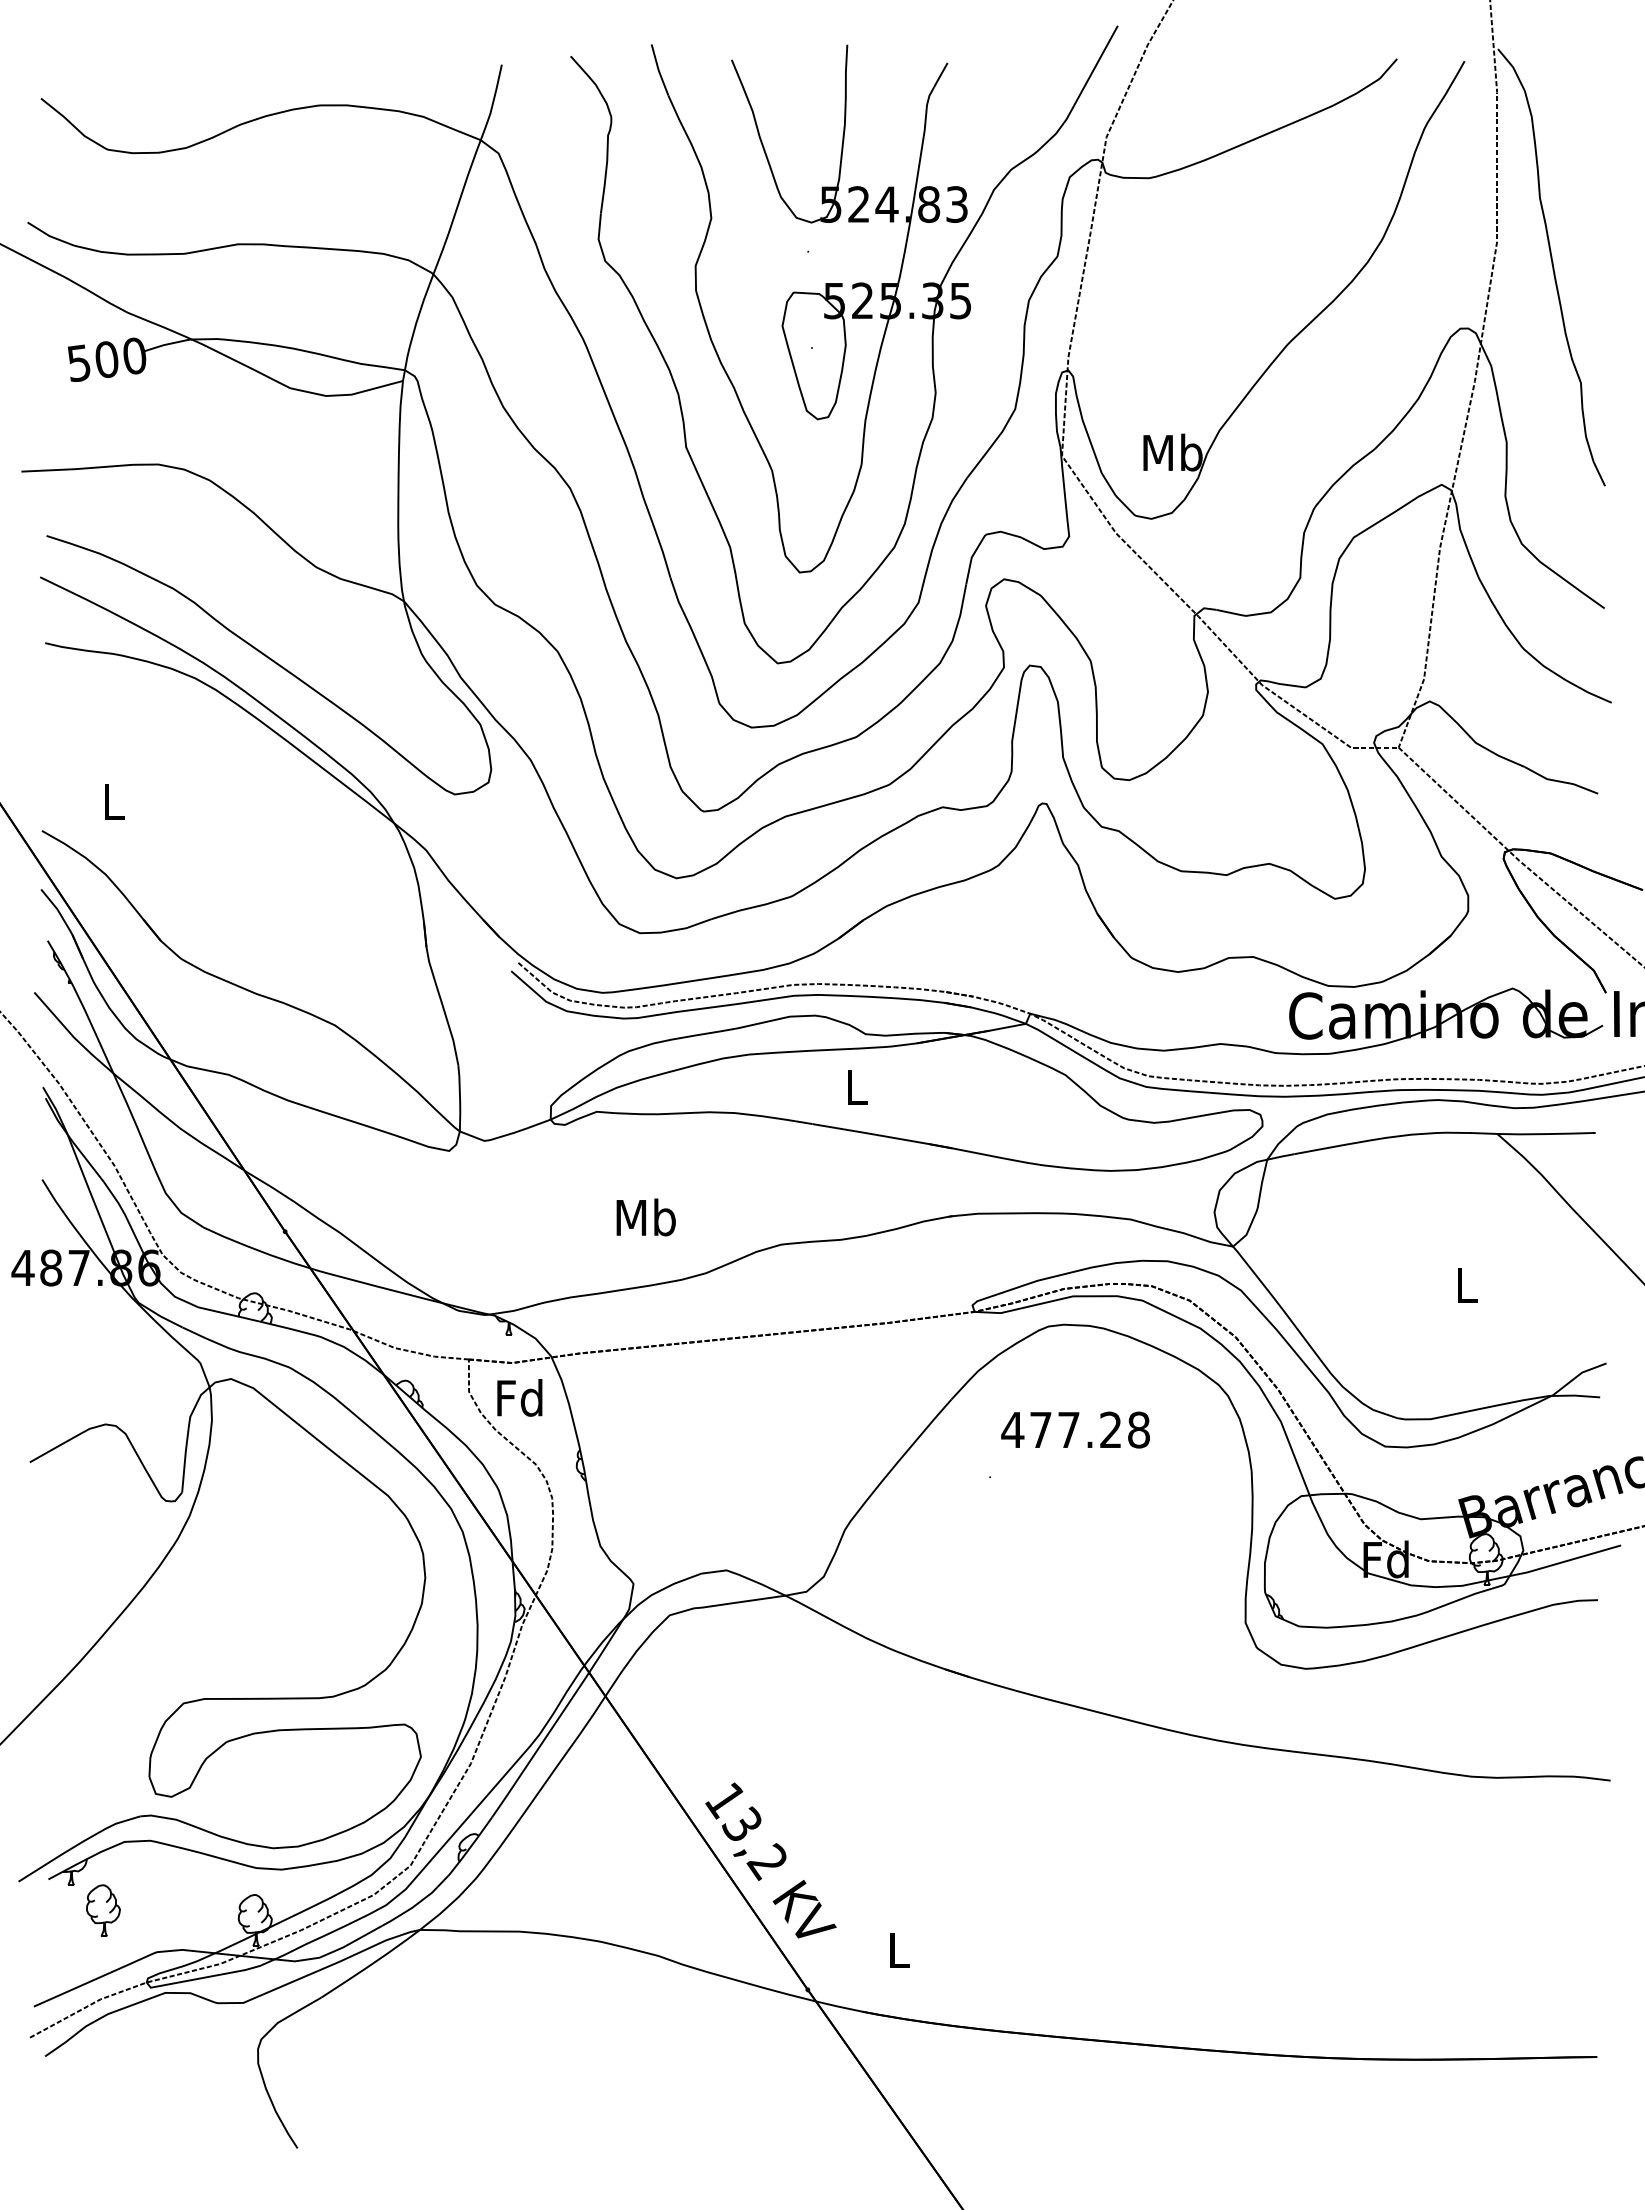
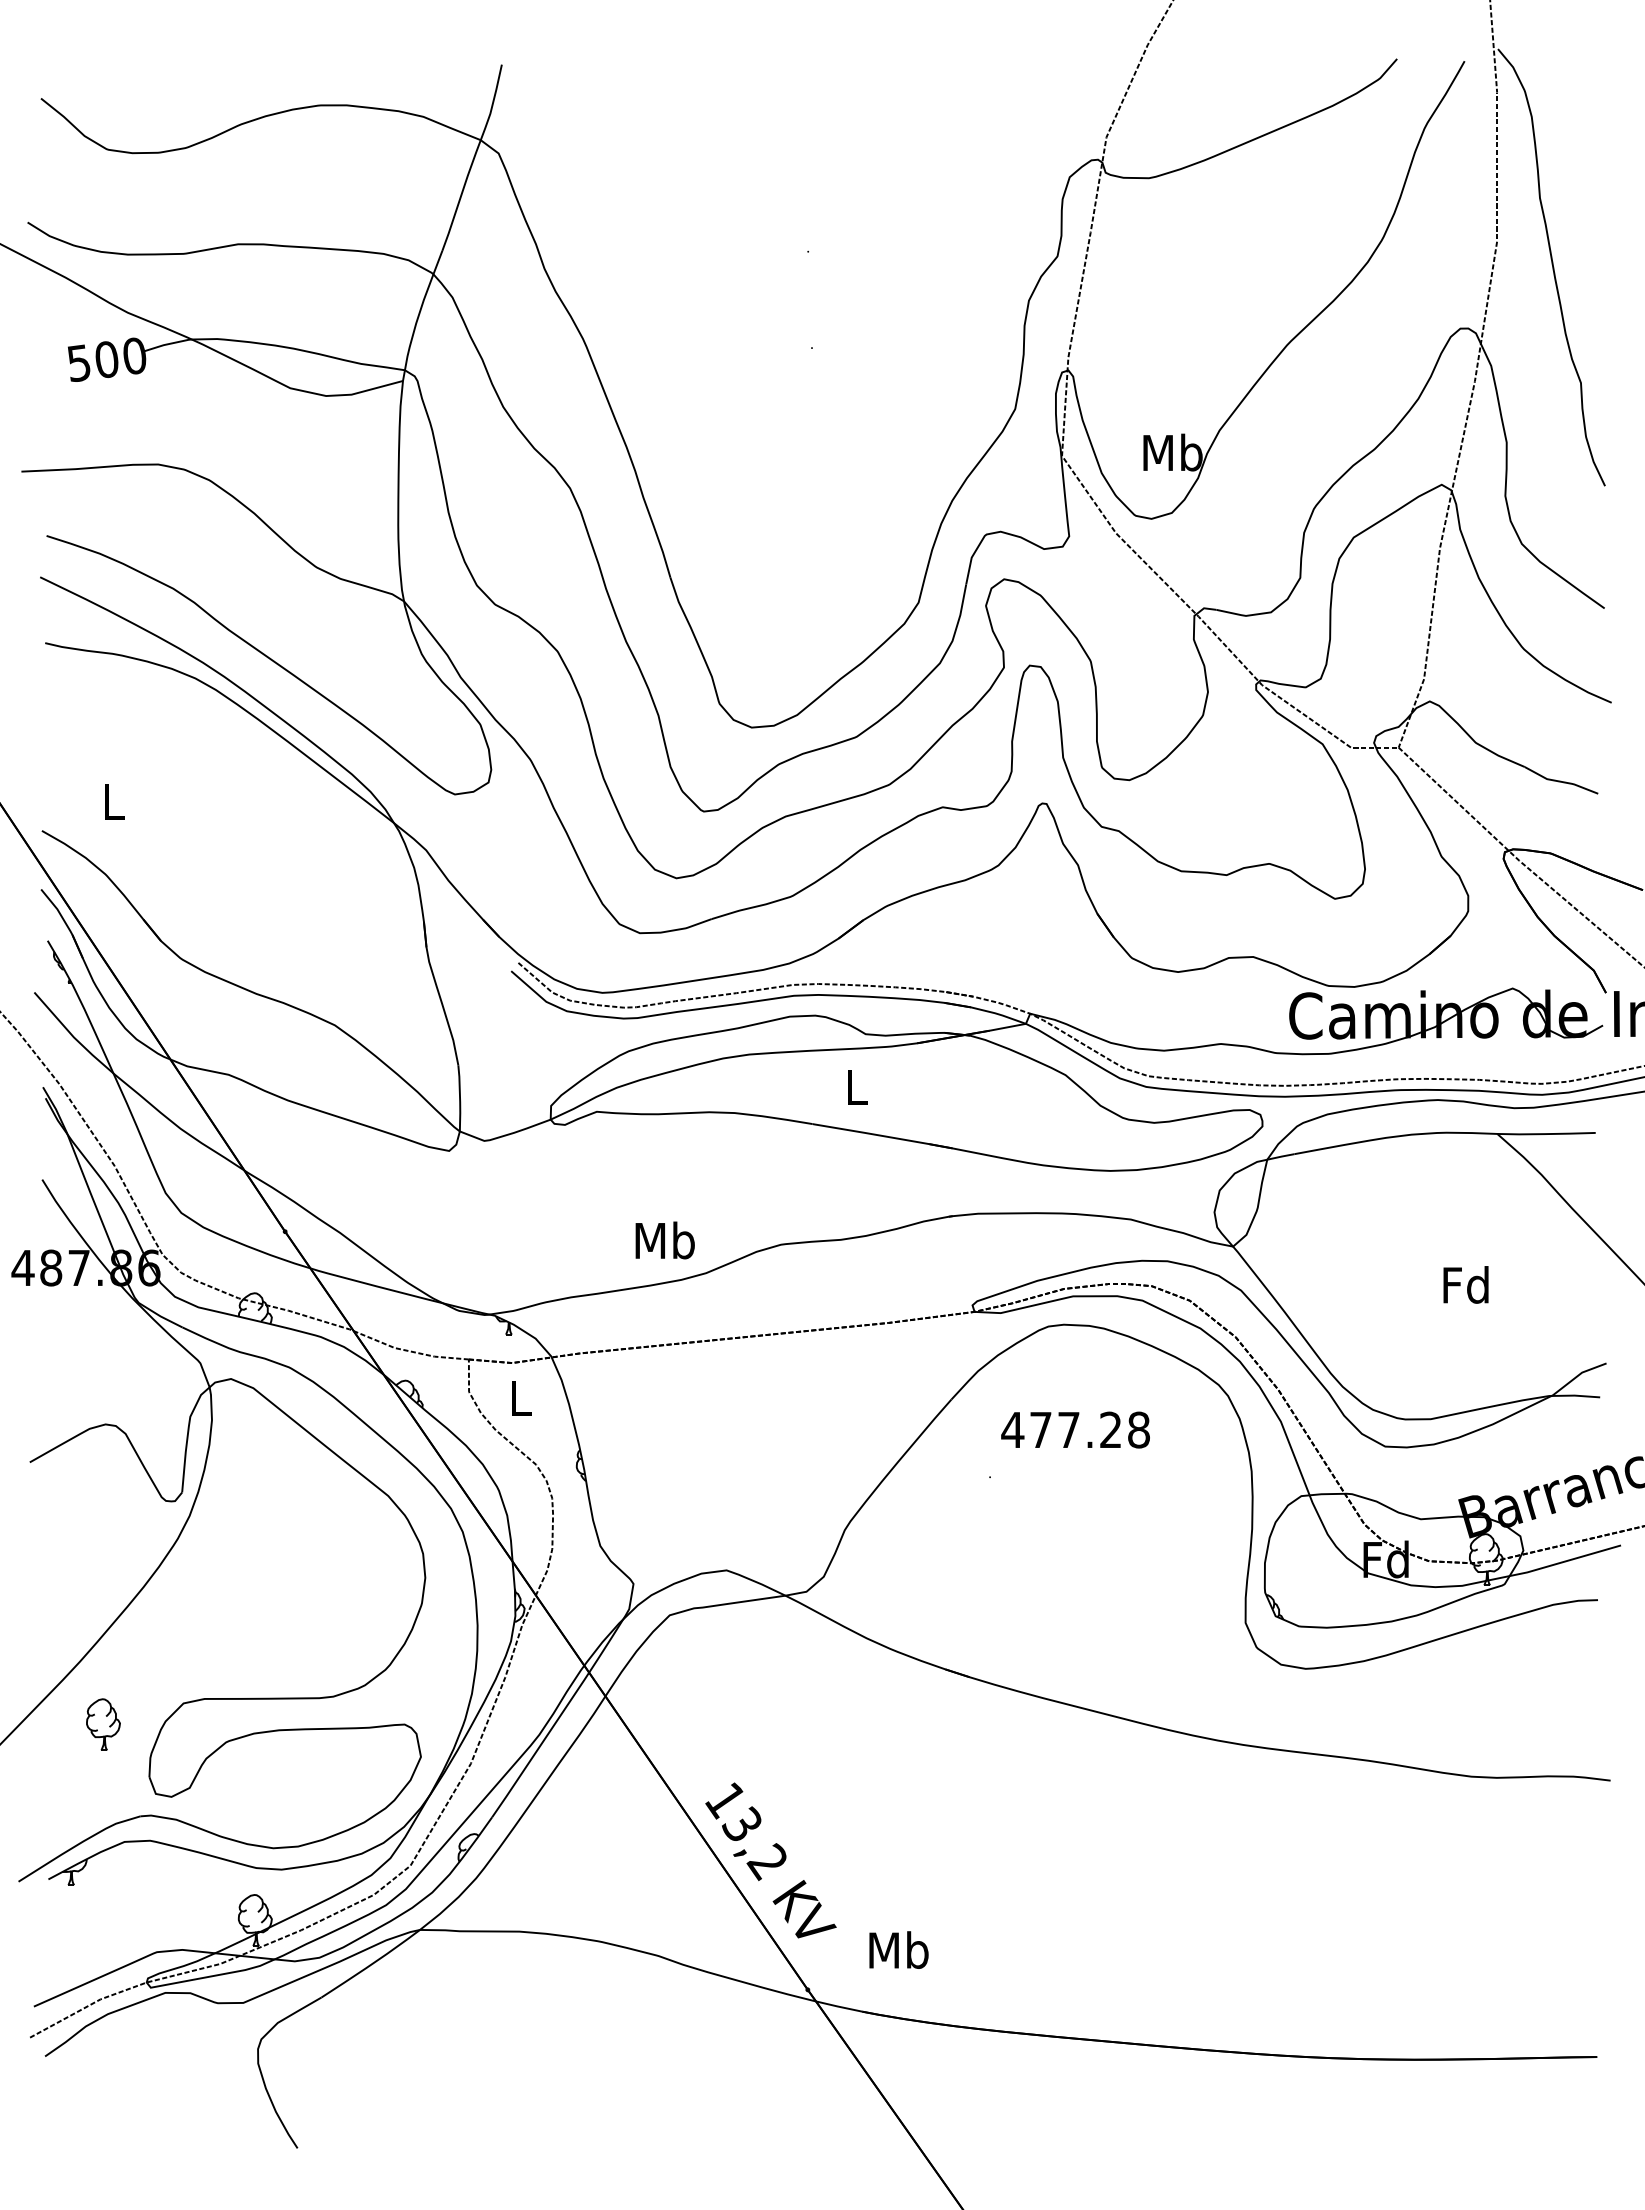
part at (844, 344): present -> none
text at (645, 1217) position: (645, 1217) -> (664, 1240)
text at (1465, 1284): L -> Fd
text at (519, 1397): Fd -> L
part at (103, 1910) position: (103, 1910) -> (103, 1724)
text at (898, 1949): L -> Mb
